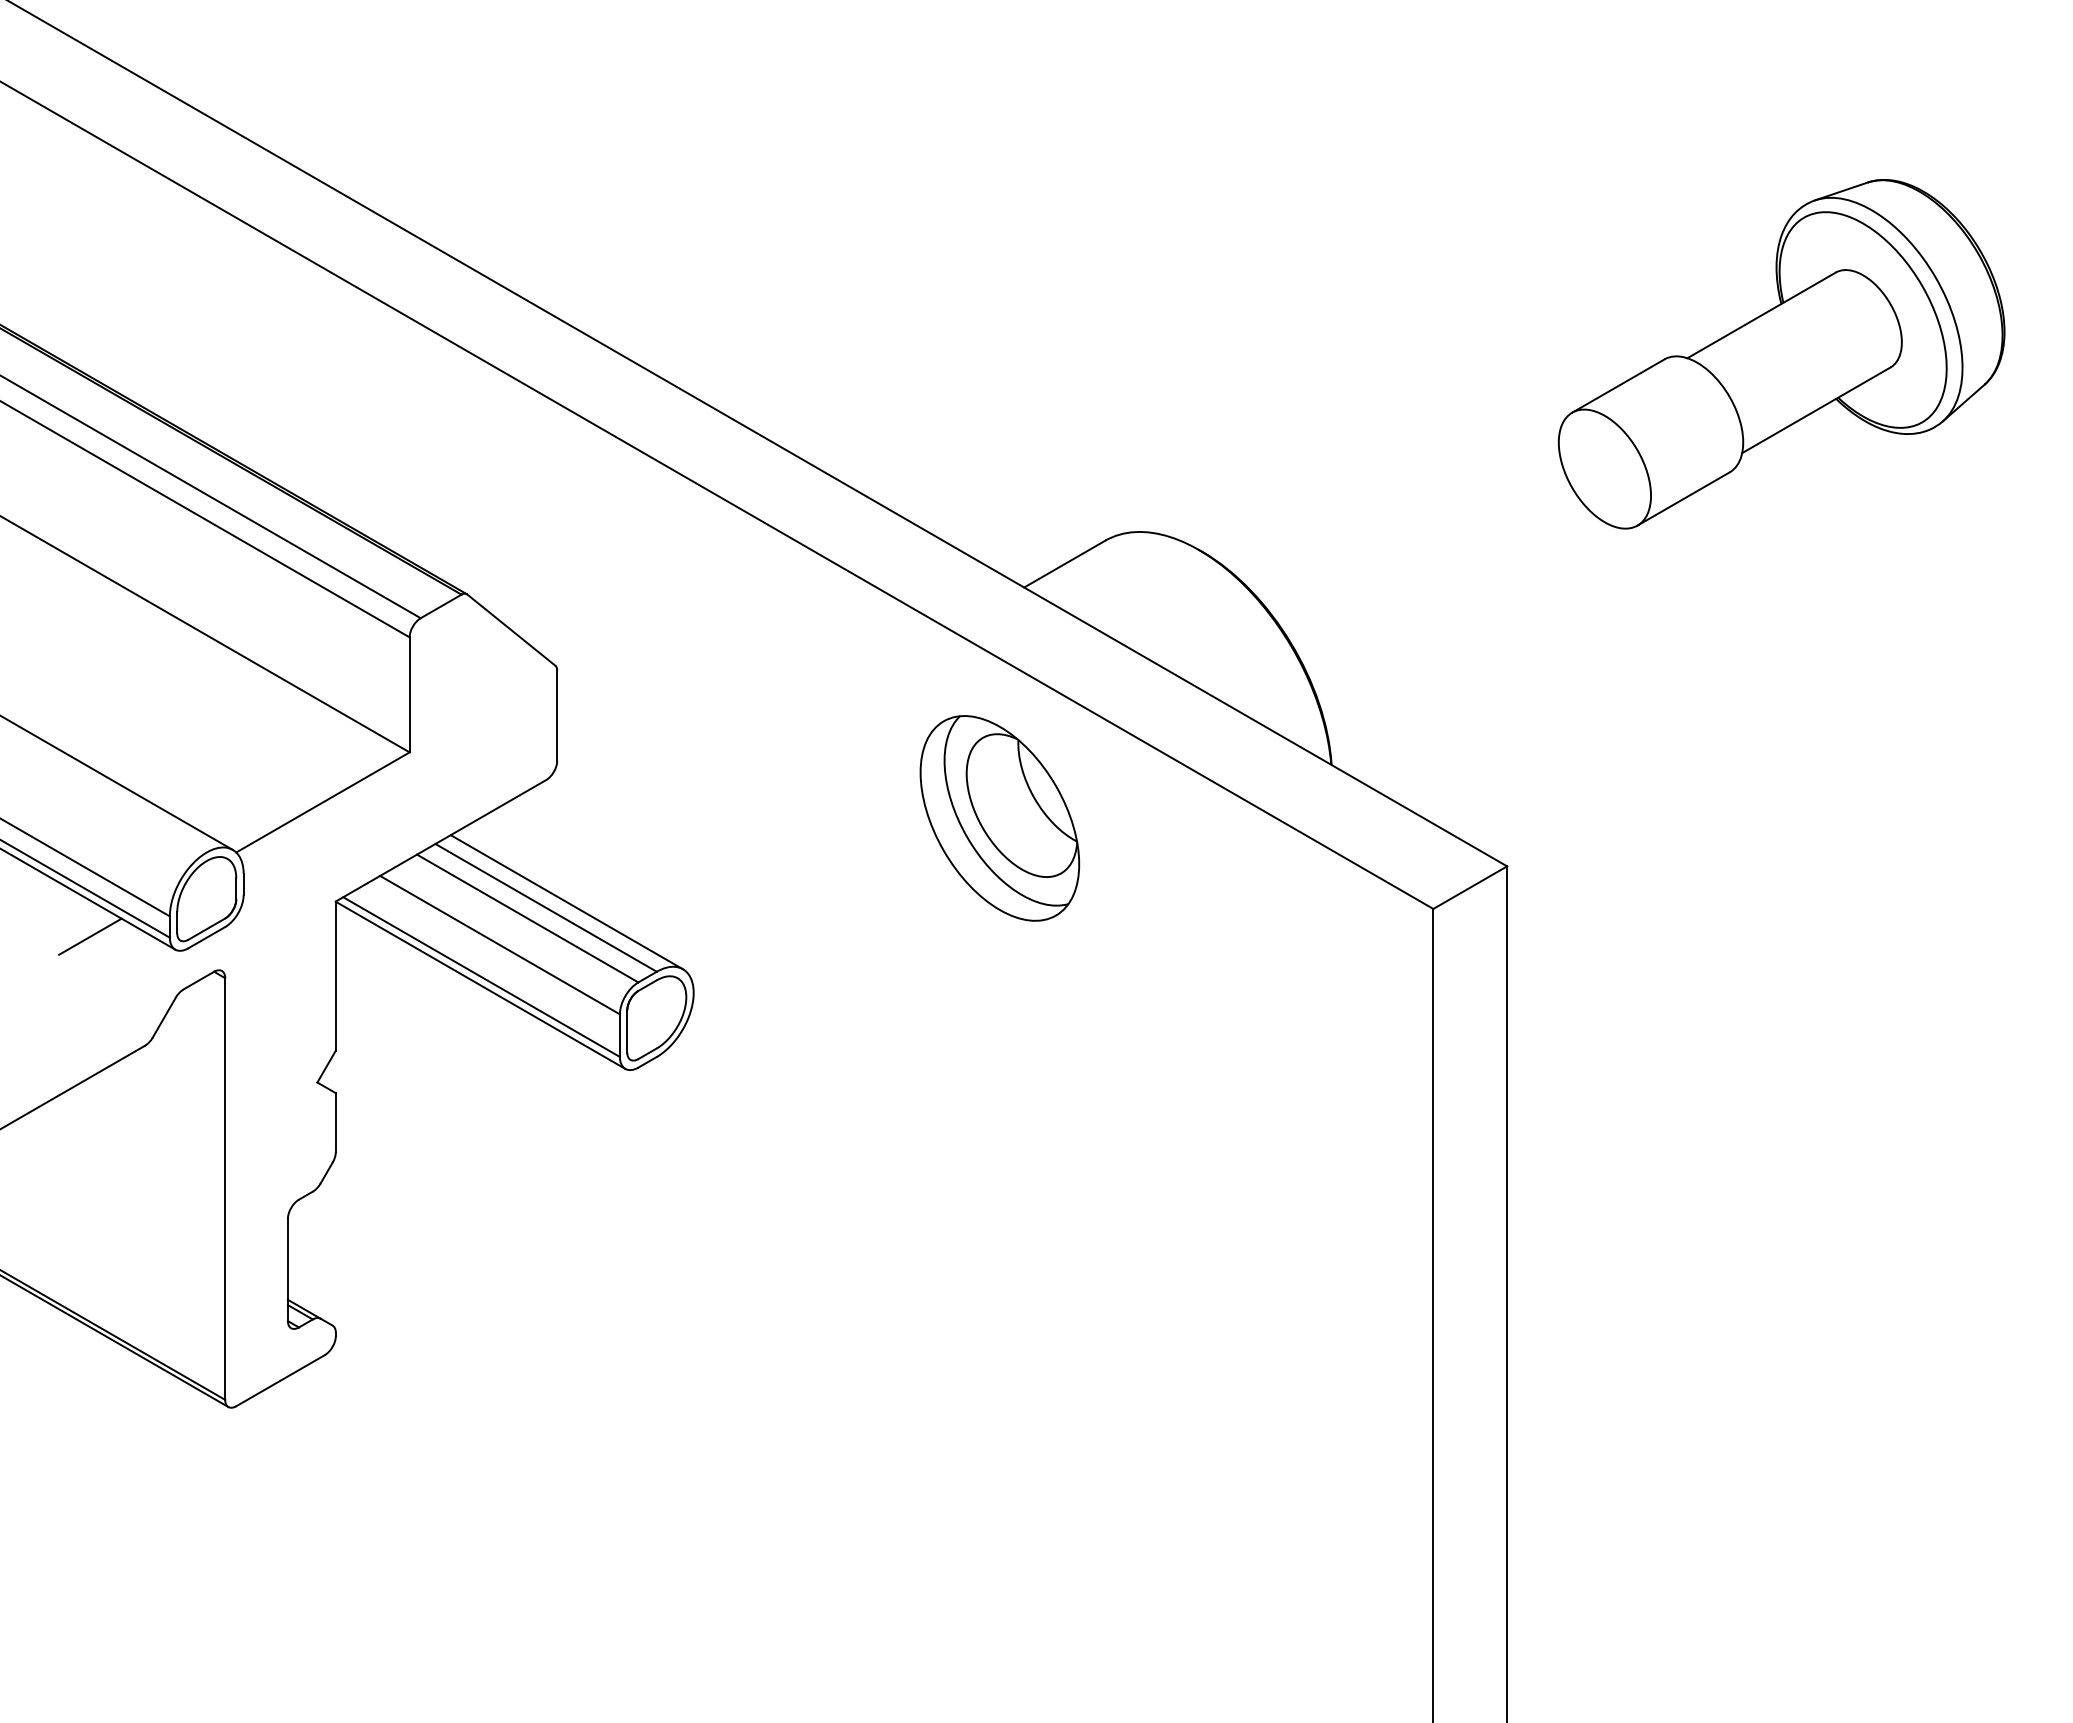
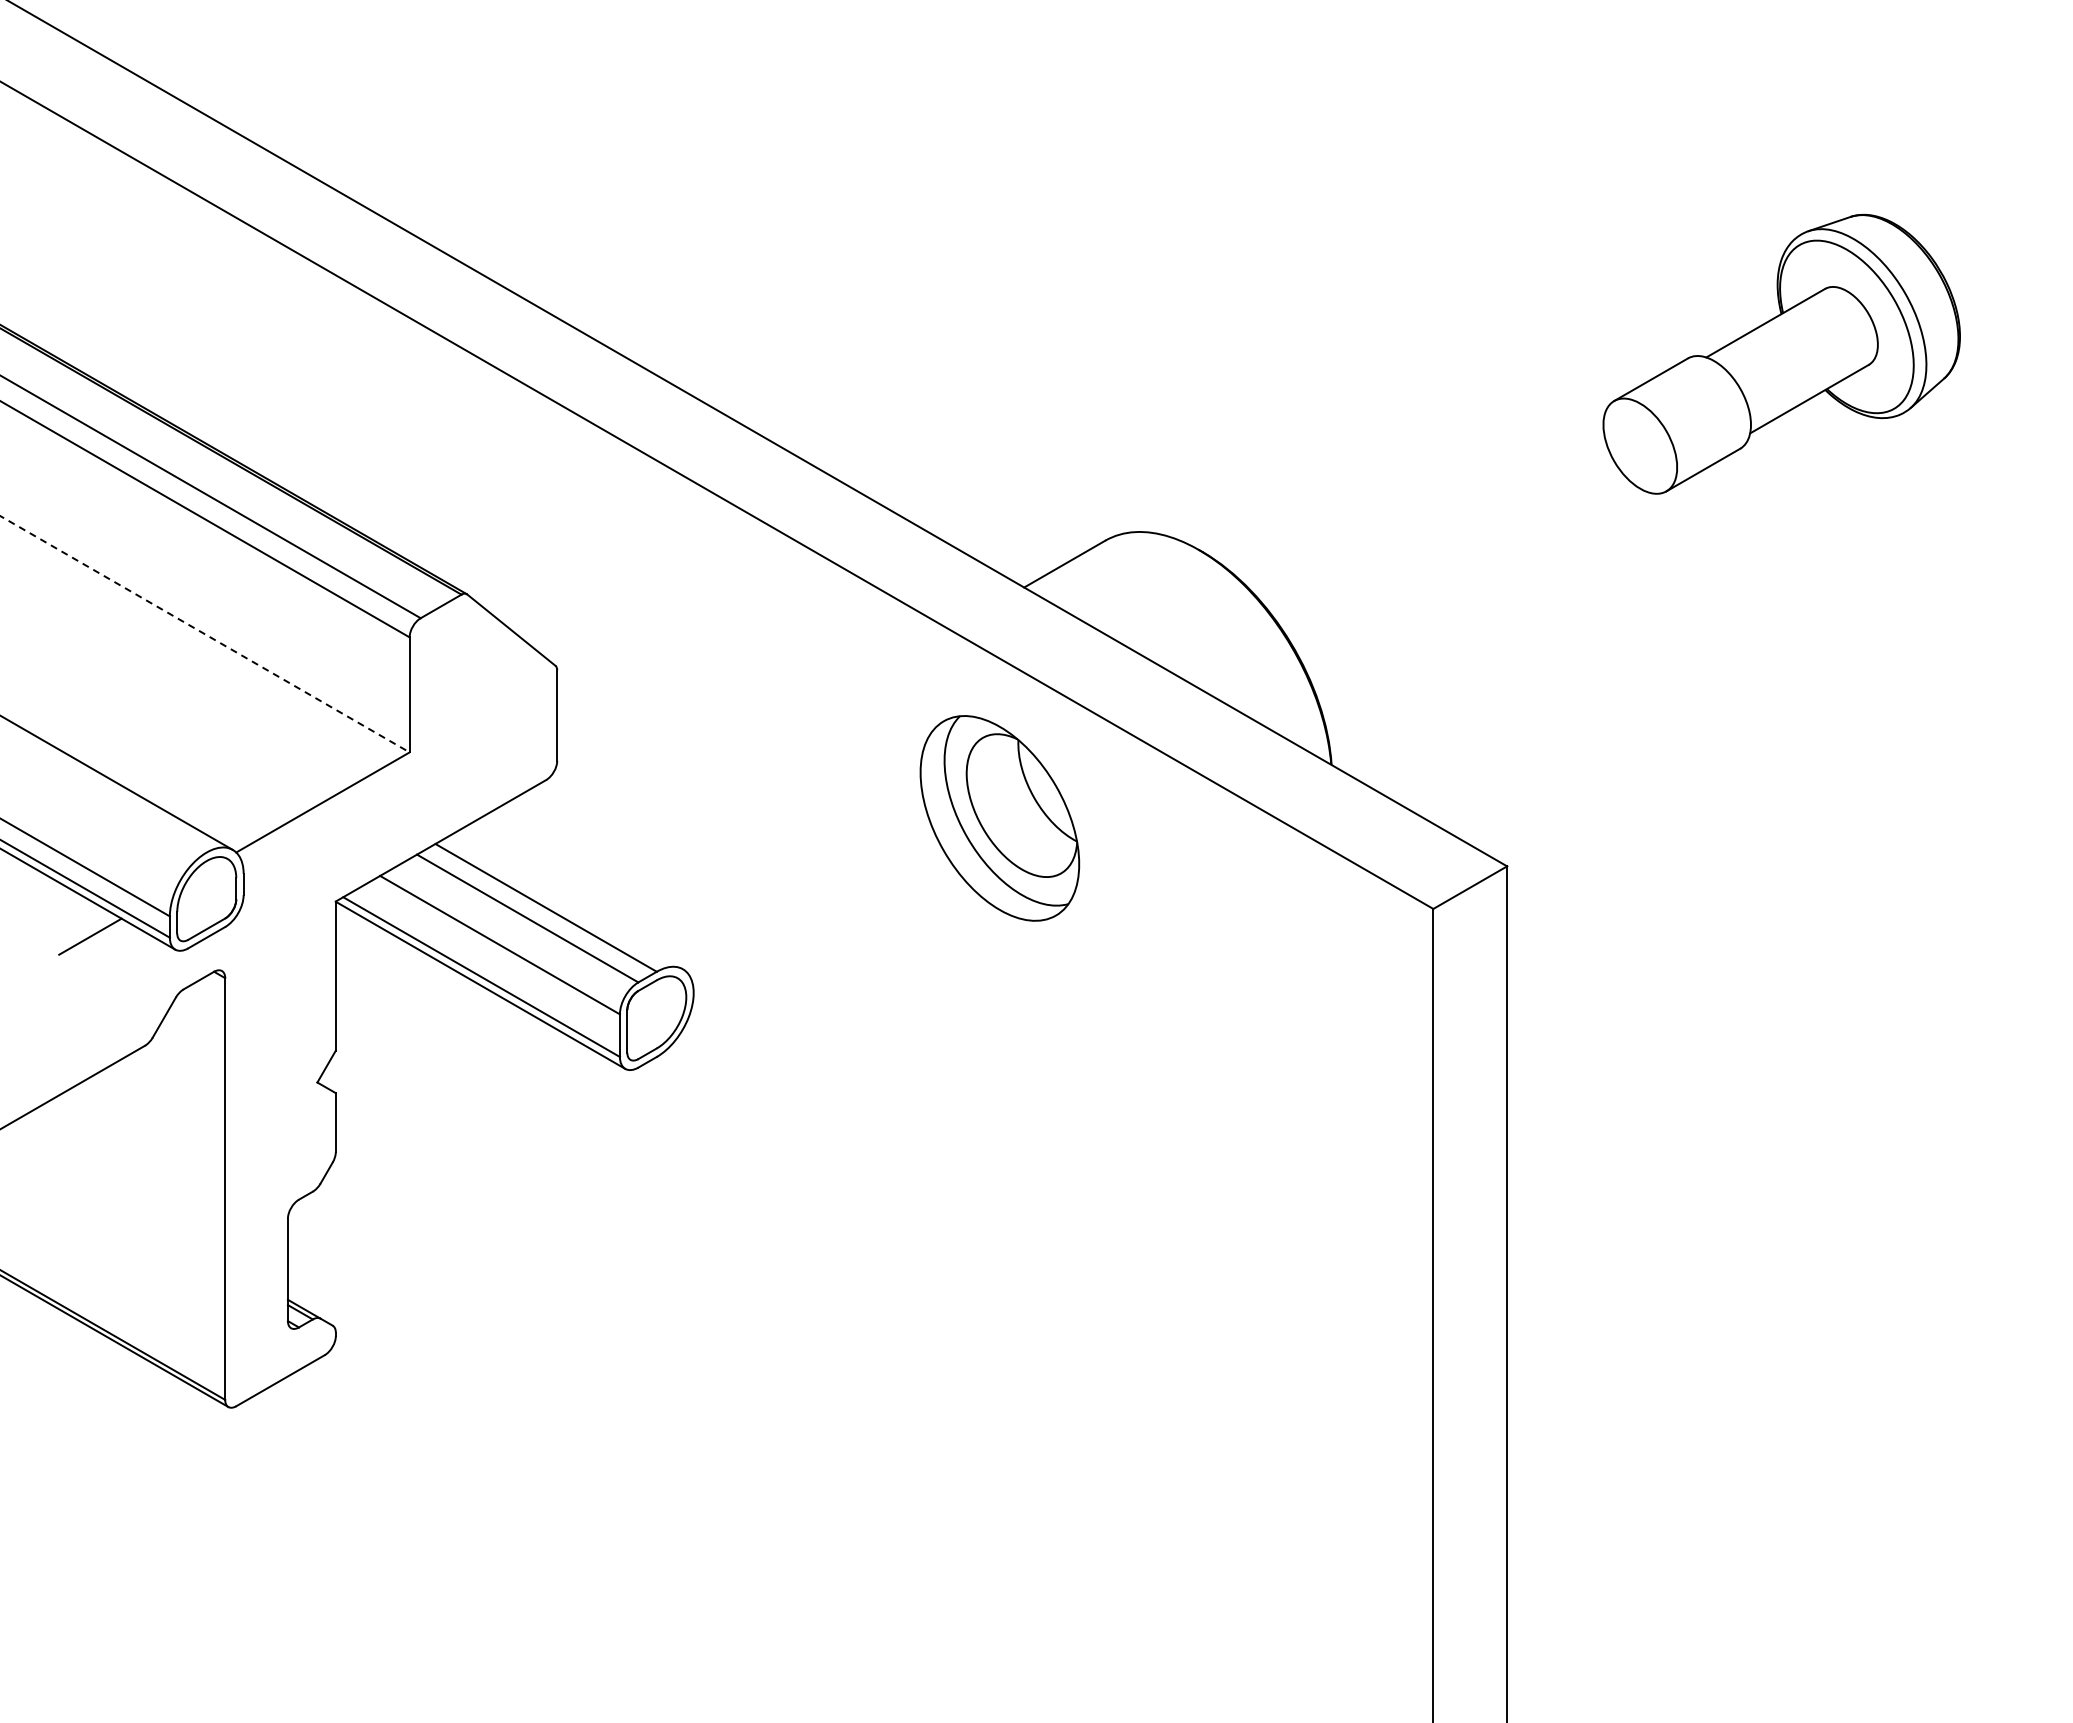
part at (1781, 354) size: 448x351 px -> 359x281 px
line at (205, 634): solid -> dashed
line at (566, 902): present -> none
